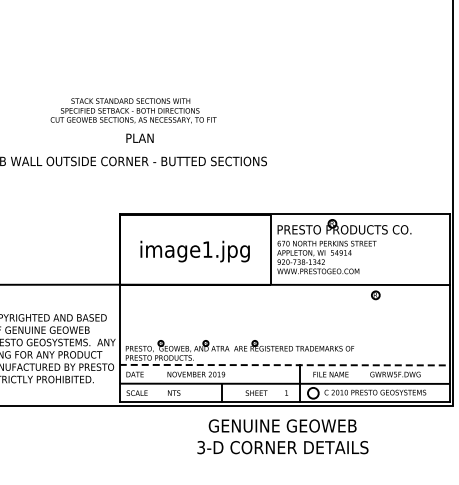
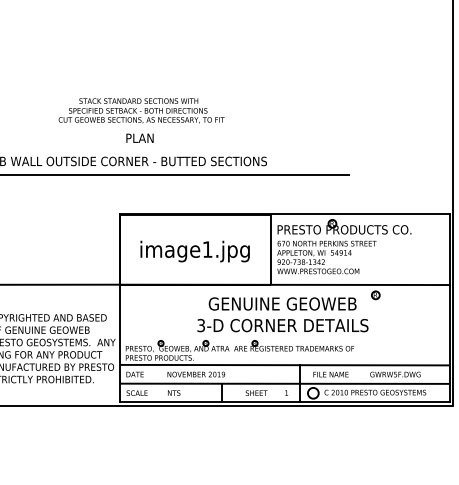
text at (133, 110) position: (133, 110) -> (141, 110)
line at (175, 175): none -> present
line at (284, 365): dashed -> solid
text at (282, 436) position: (282, 436) -> (282, 314)
